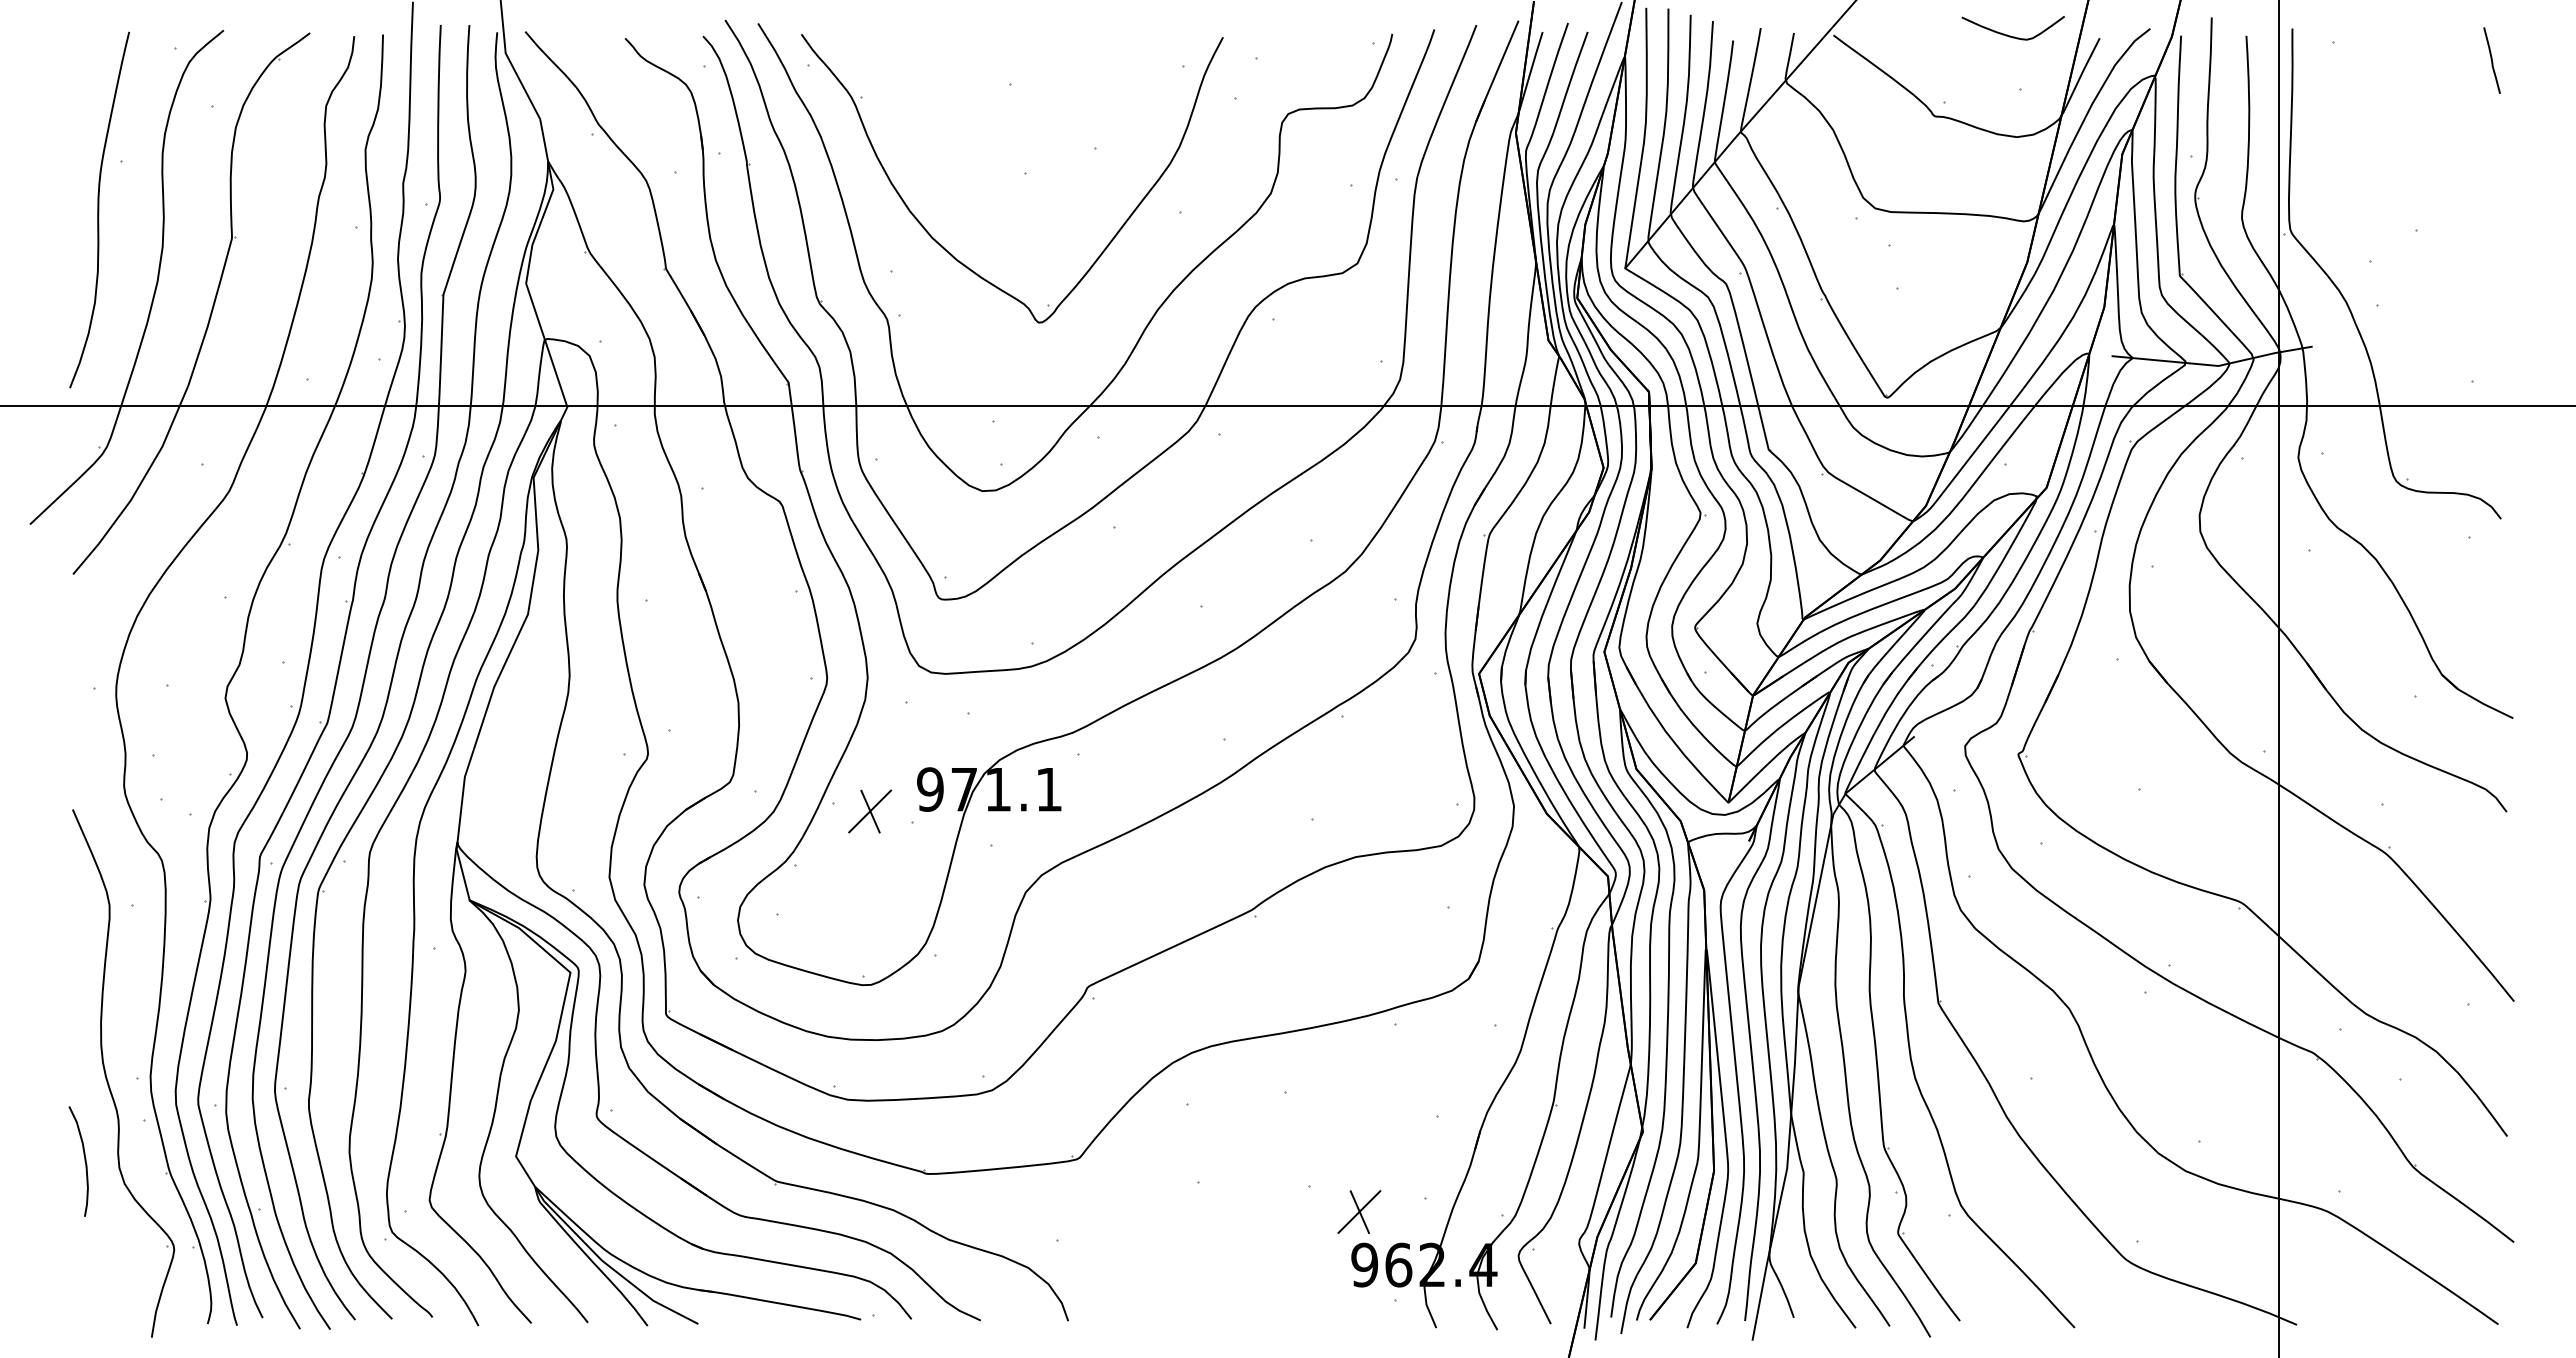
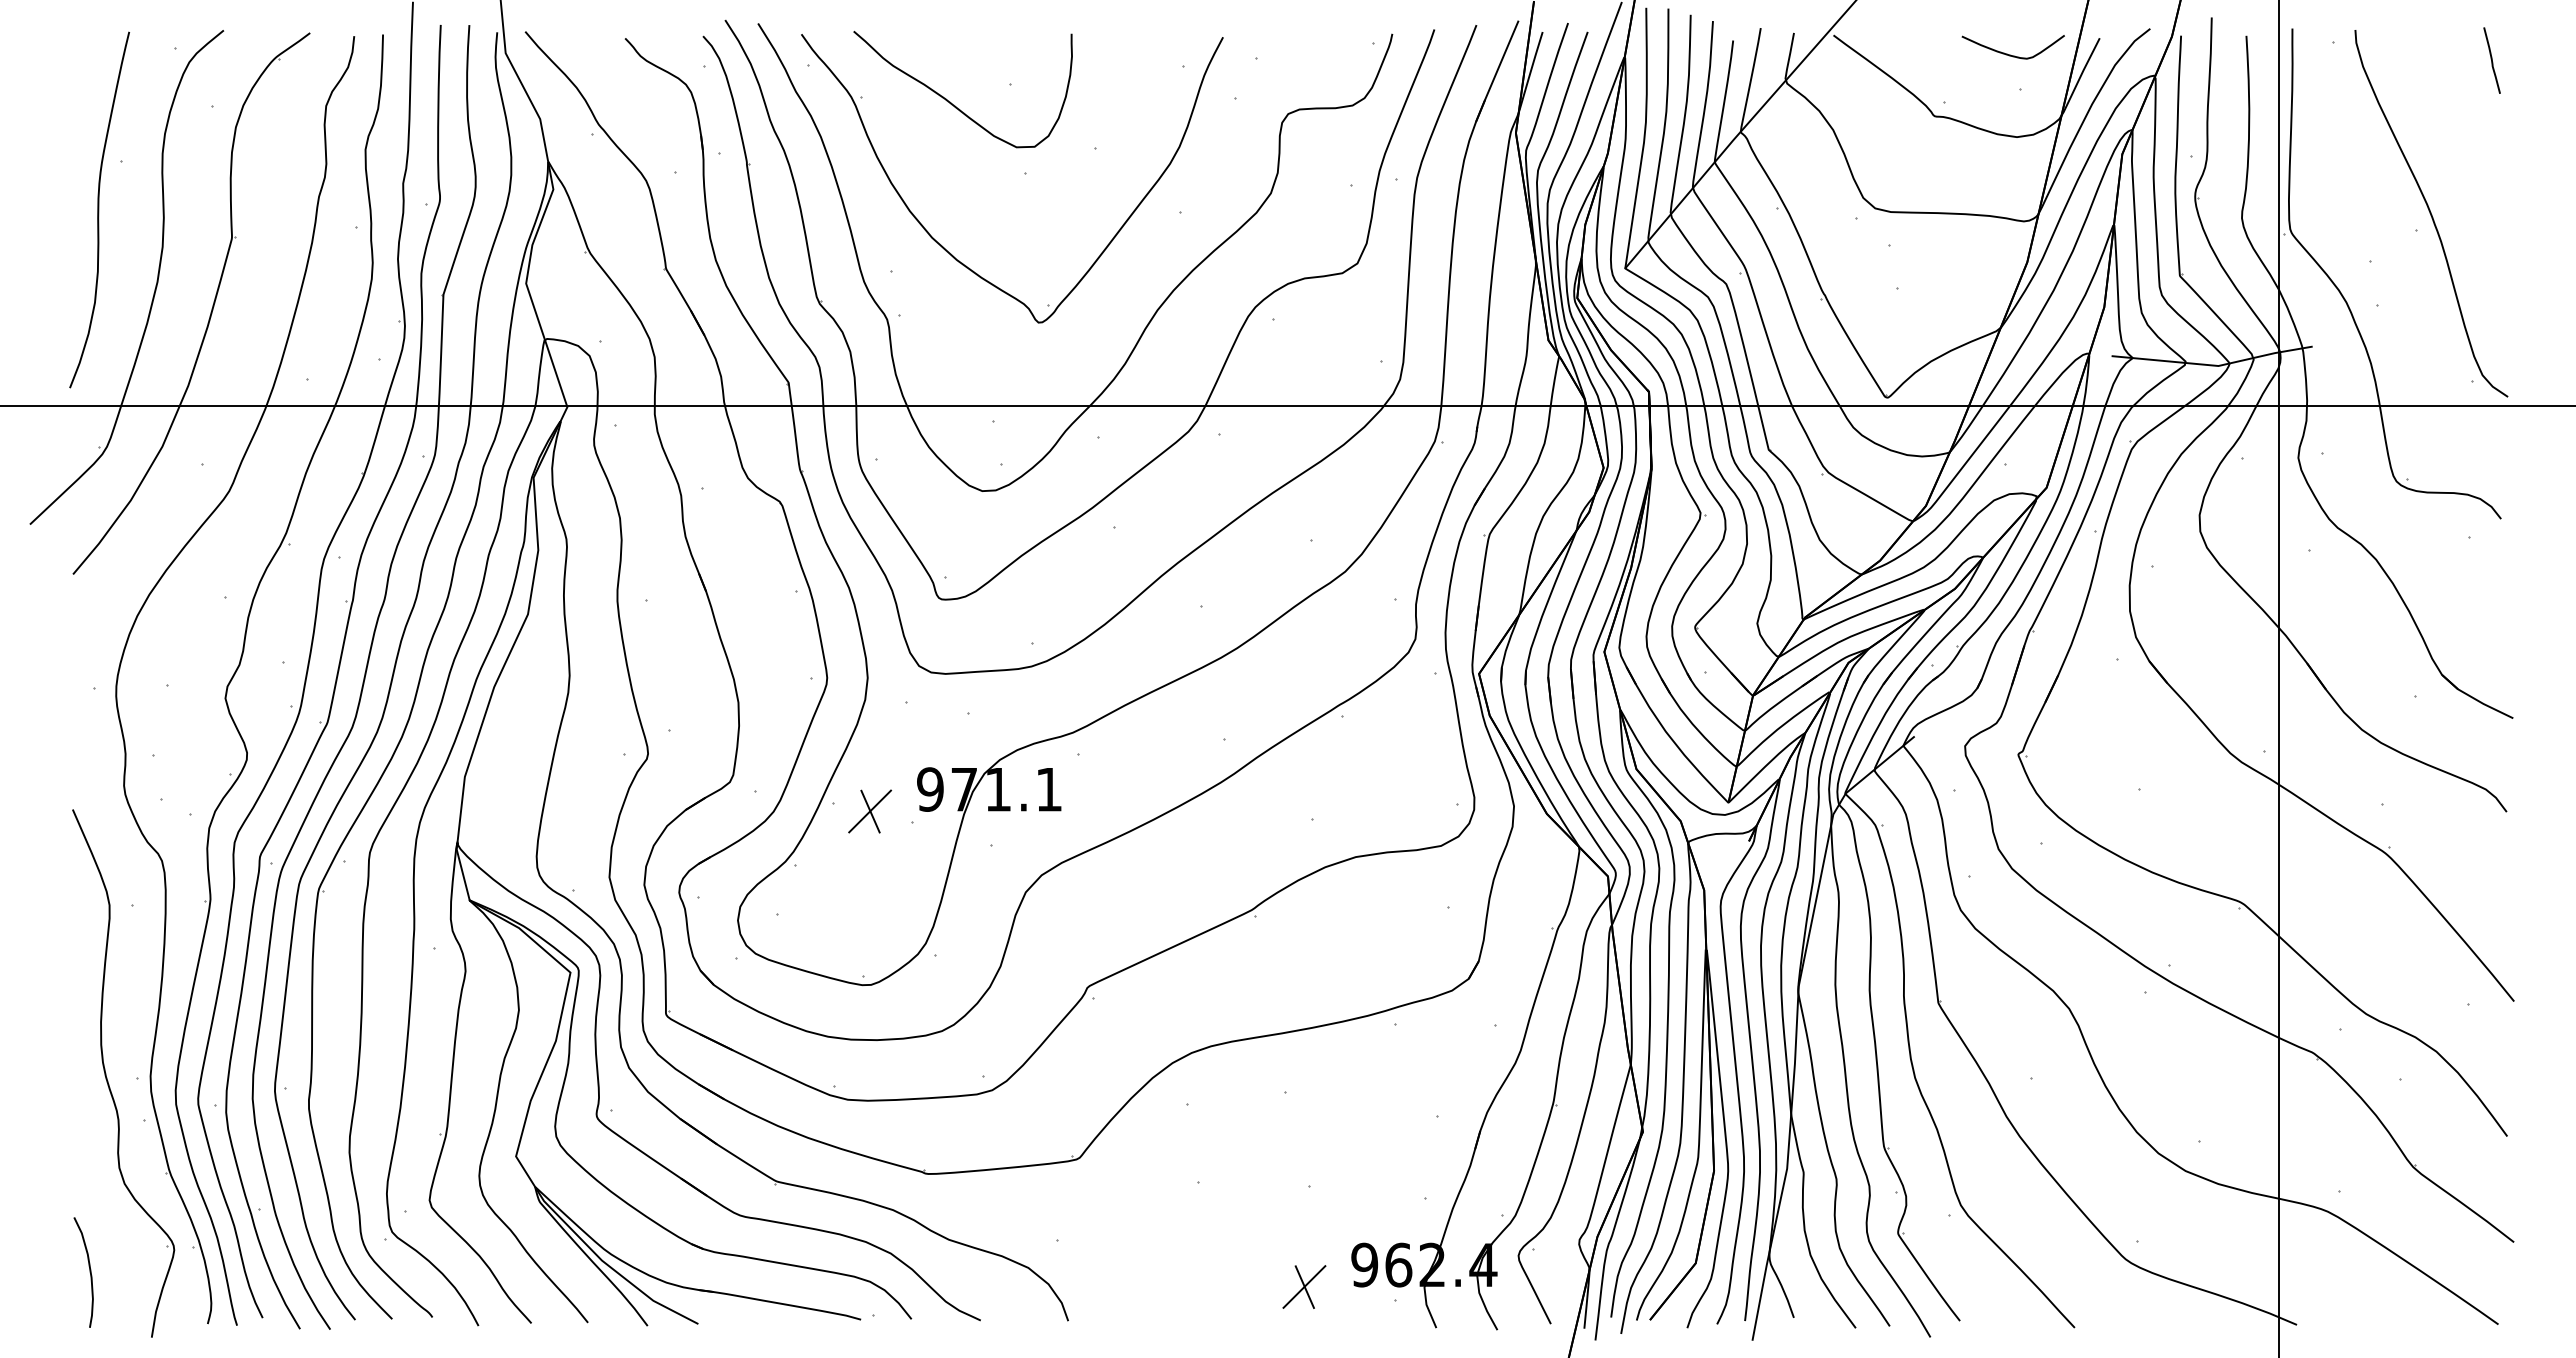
curve at (2010, 35) position: (2010, 35) -> (2010, 54)
curve at (950, 101): none -> present
curve at (2431, 213): none -> present
curve at (84, 1161) position: (84, 1161) -> (89, 1272)
part at (1359, 1211) position: (1359, 1211) -> (1304, 1286)
